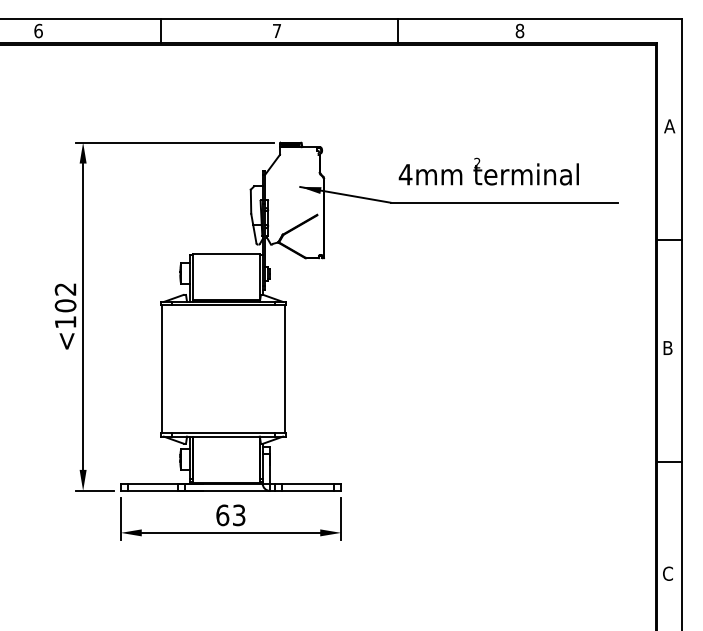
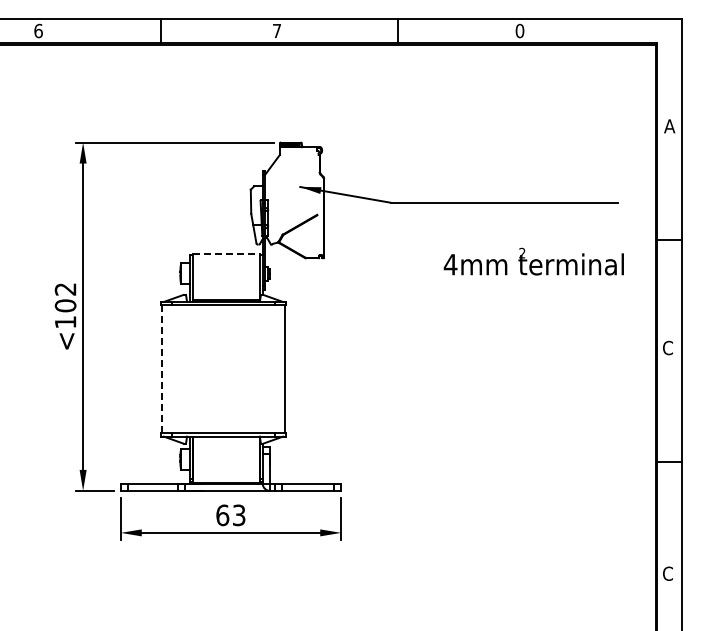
text at (519, 30): 8 -> 0
text at (488, 171) position: (488, 171) -> (533, 261)
line at (226, 254): solid -> dashed
text at (667, 347): B -> C
line at (161, 369): solid -> dashed
